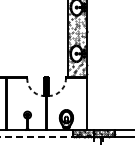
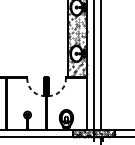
line at (94, 66): none -> present
line at (101, 66): none -> present
line at (37, 137): dashed -> solid
